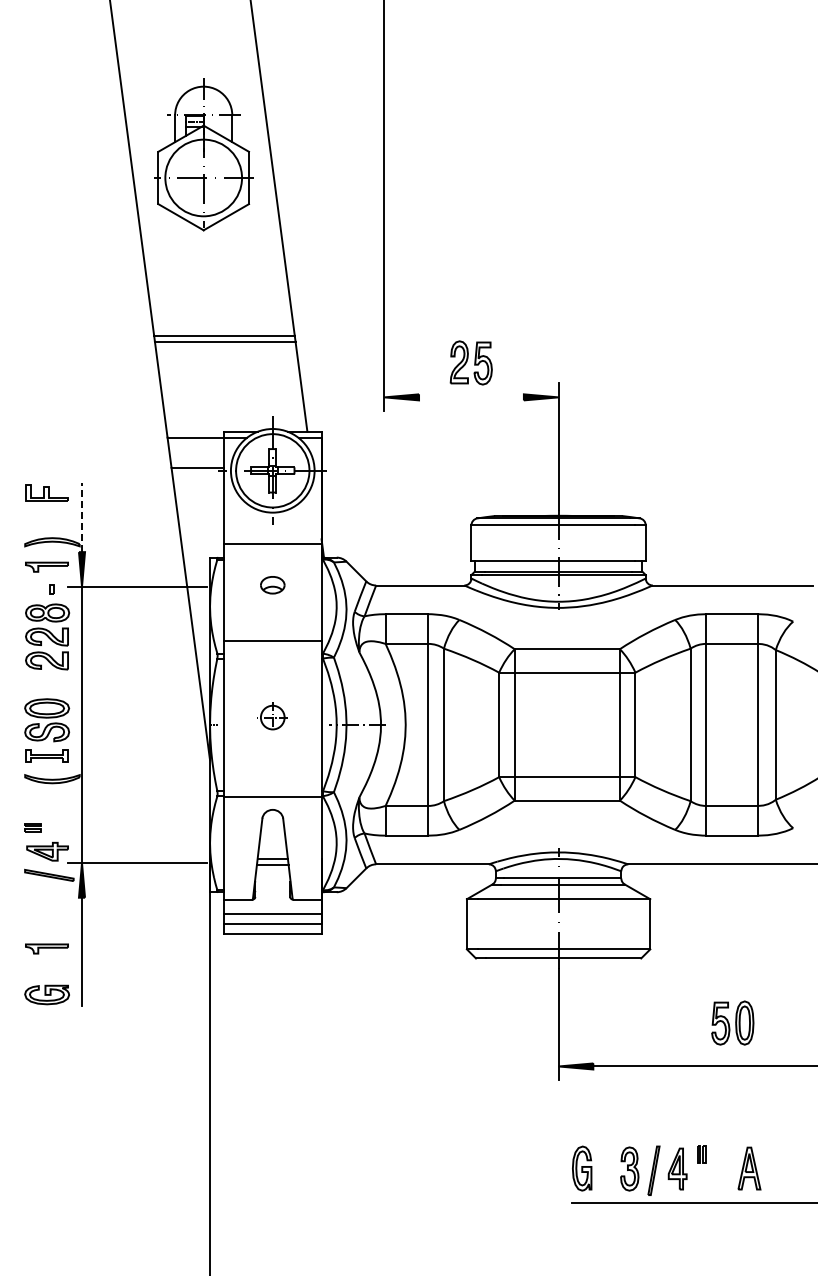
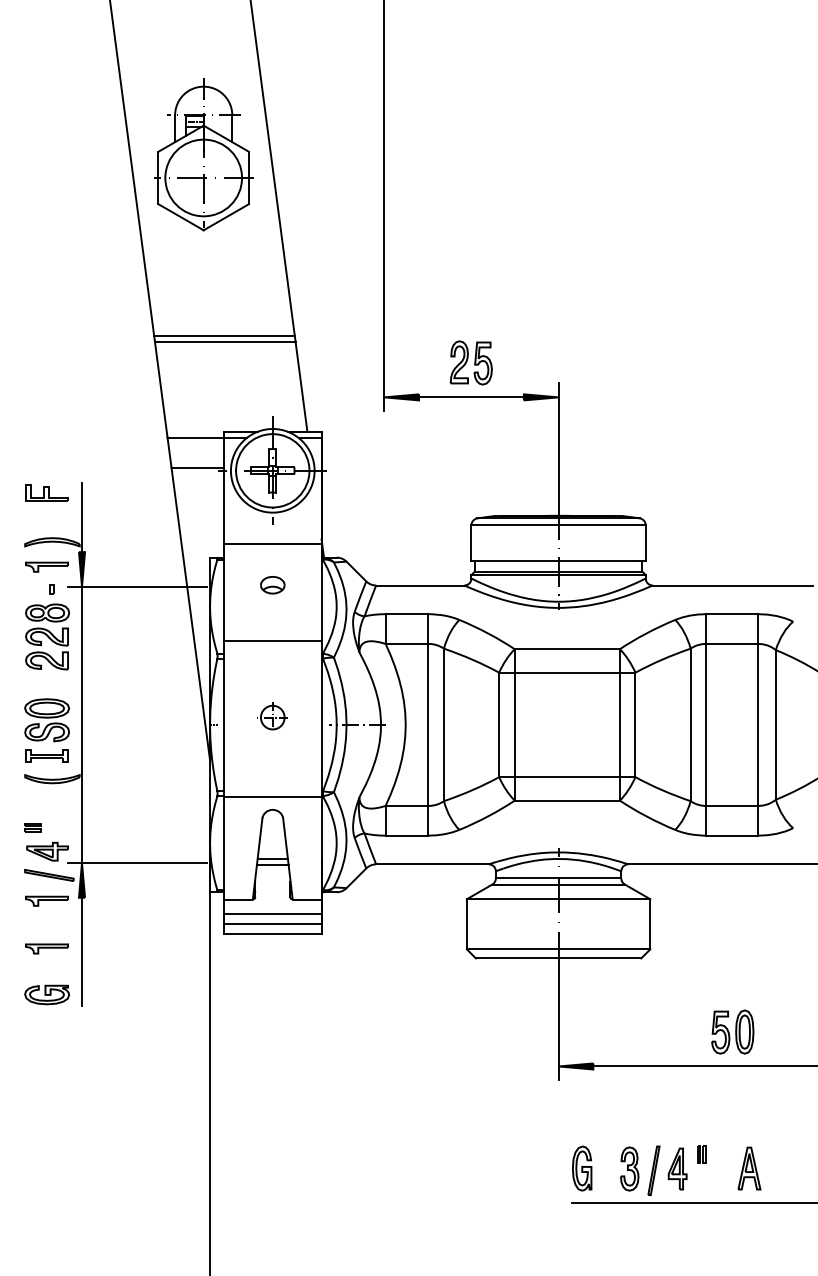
line at (471, 397): none -> present
line at (82, 517): dashed -> solid
part at (46, 900): none -> present
part at (732, 1022) position: (732, 1022) -> (732, 1031)
